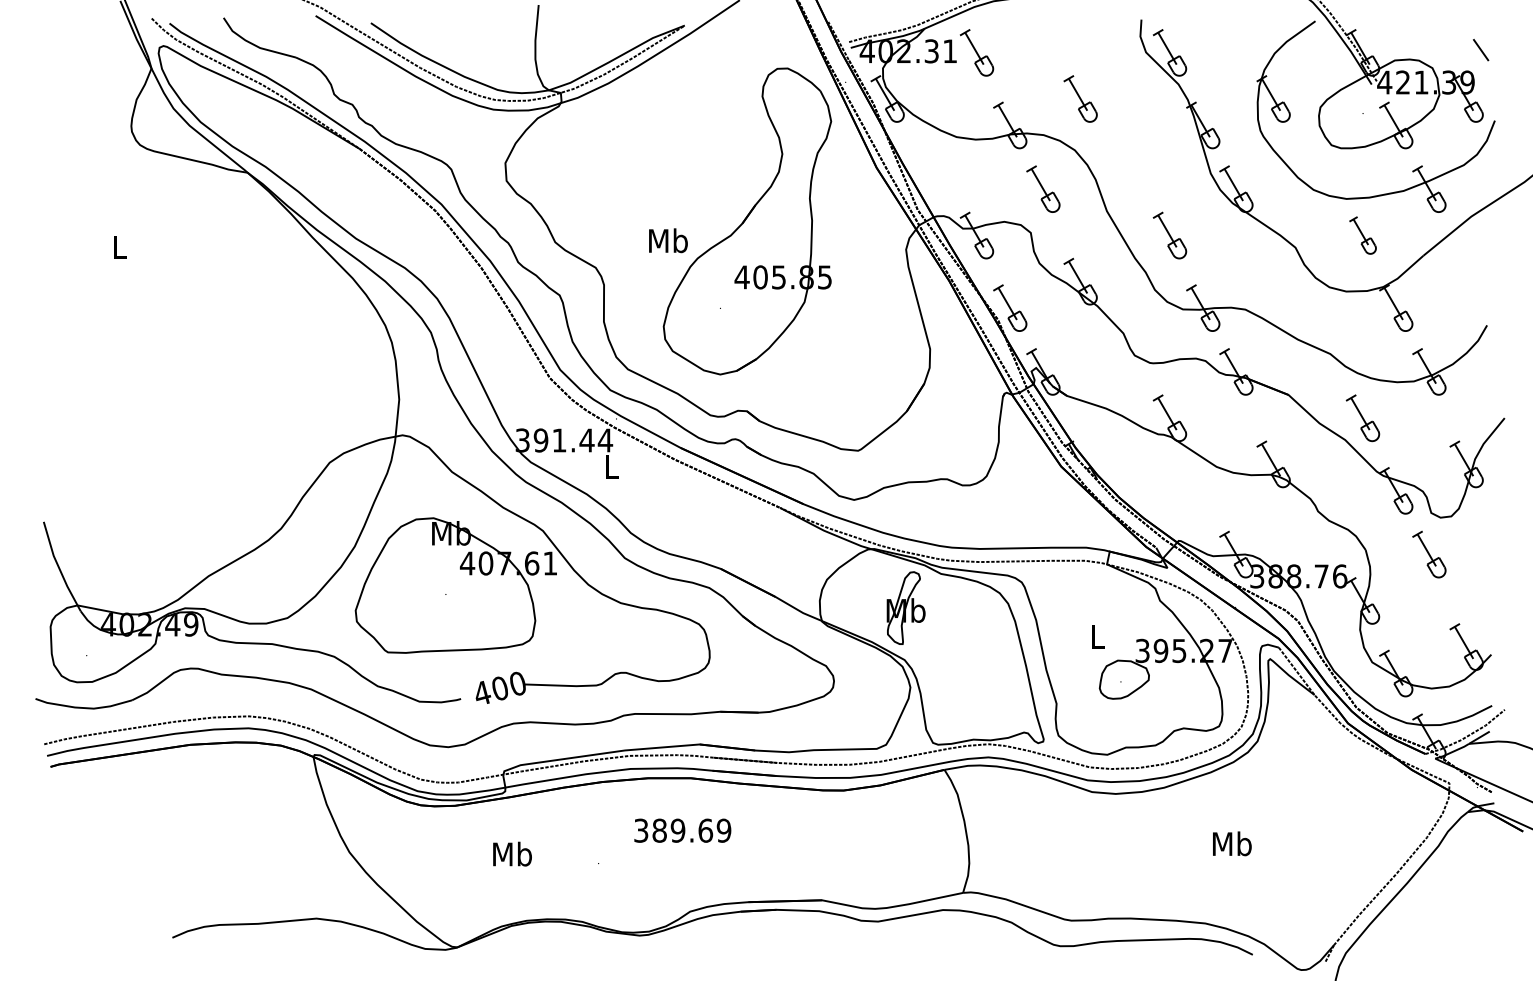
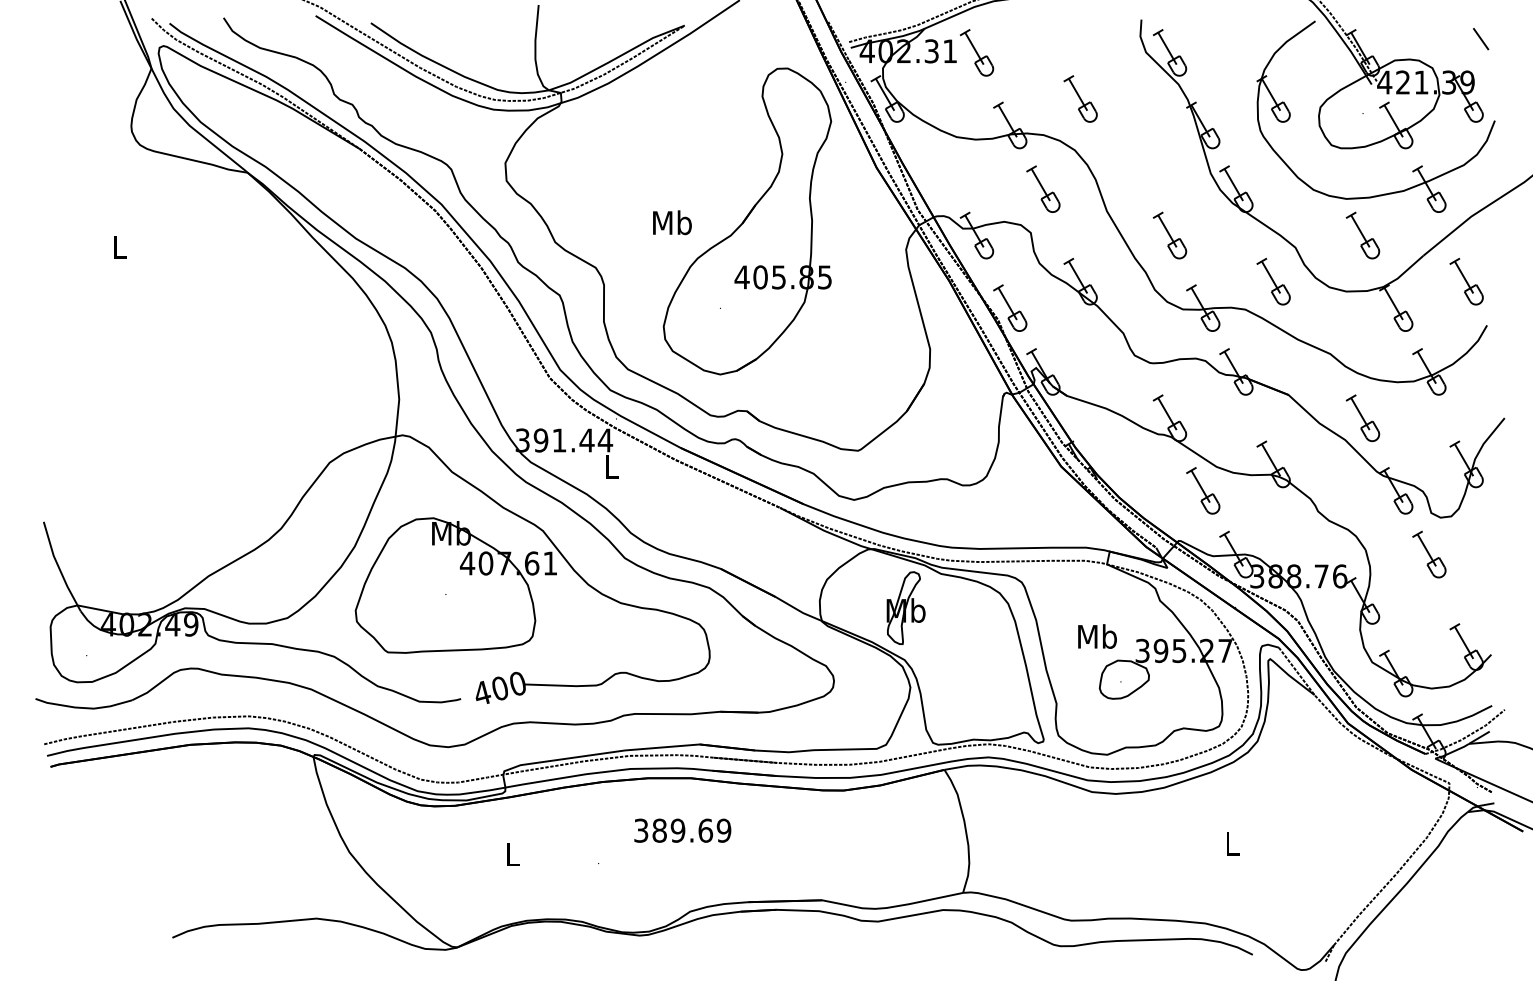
line at (1481, 50) position: (1481, 50) -> (1481, 39)
part at (1362, 235) size: 28x39 px -> 36x49 px
text at (668, 240) position: (668, 240) -> (672, 222)
part at (1273, 281): none -> present
part at (1466, 281): none -> present
part at (1203, 490): none -> present
text at (1097, 636): L -> Mb
text at (1232, 843): Mb -> L
text at (512, 853): Mb -> L
